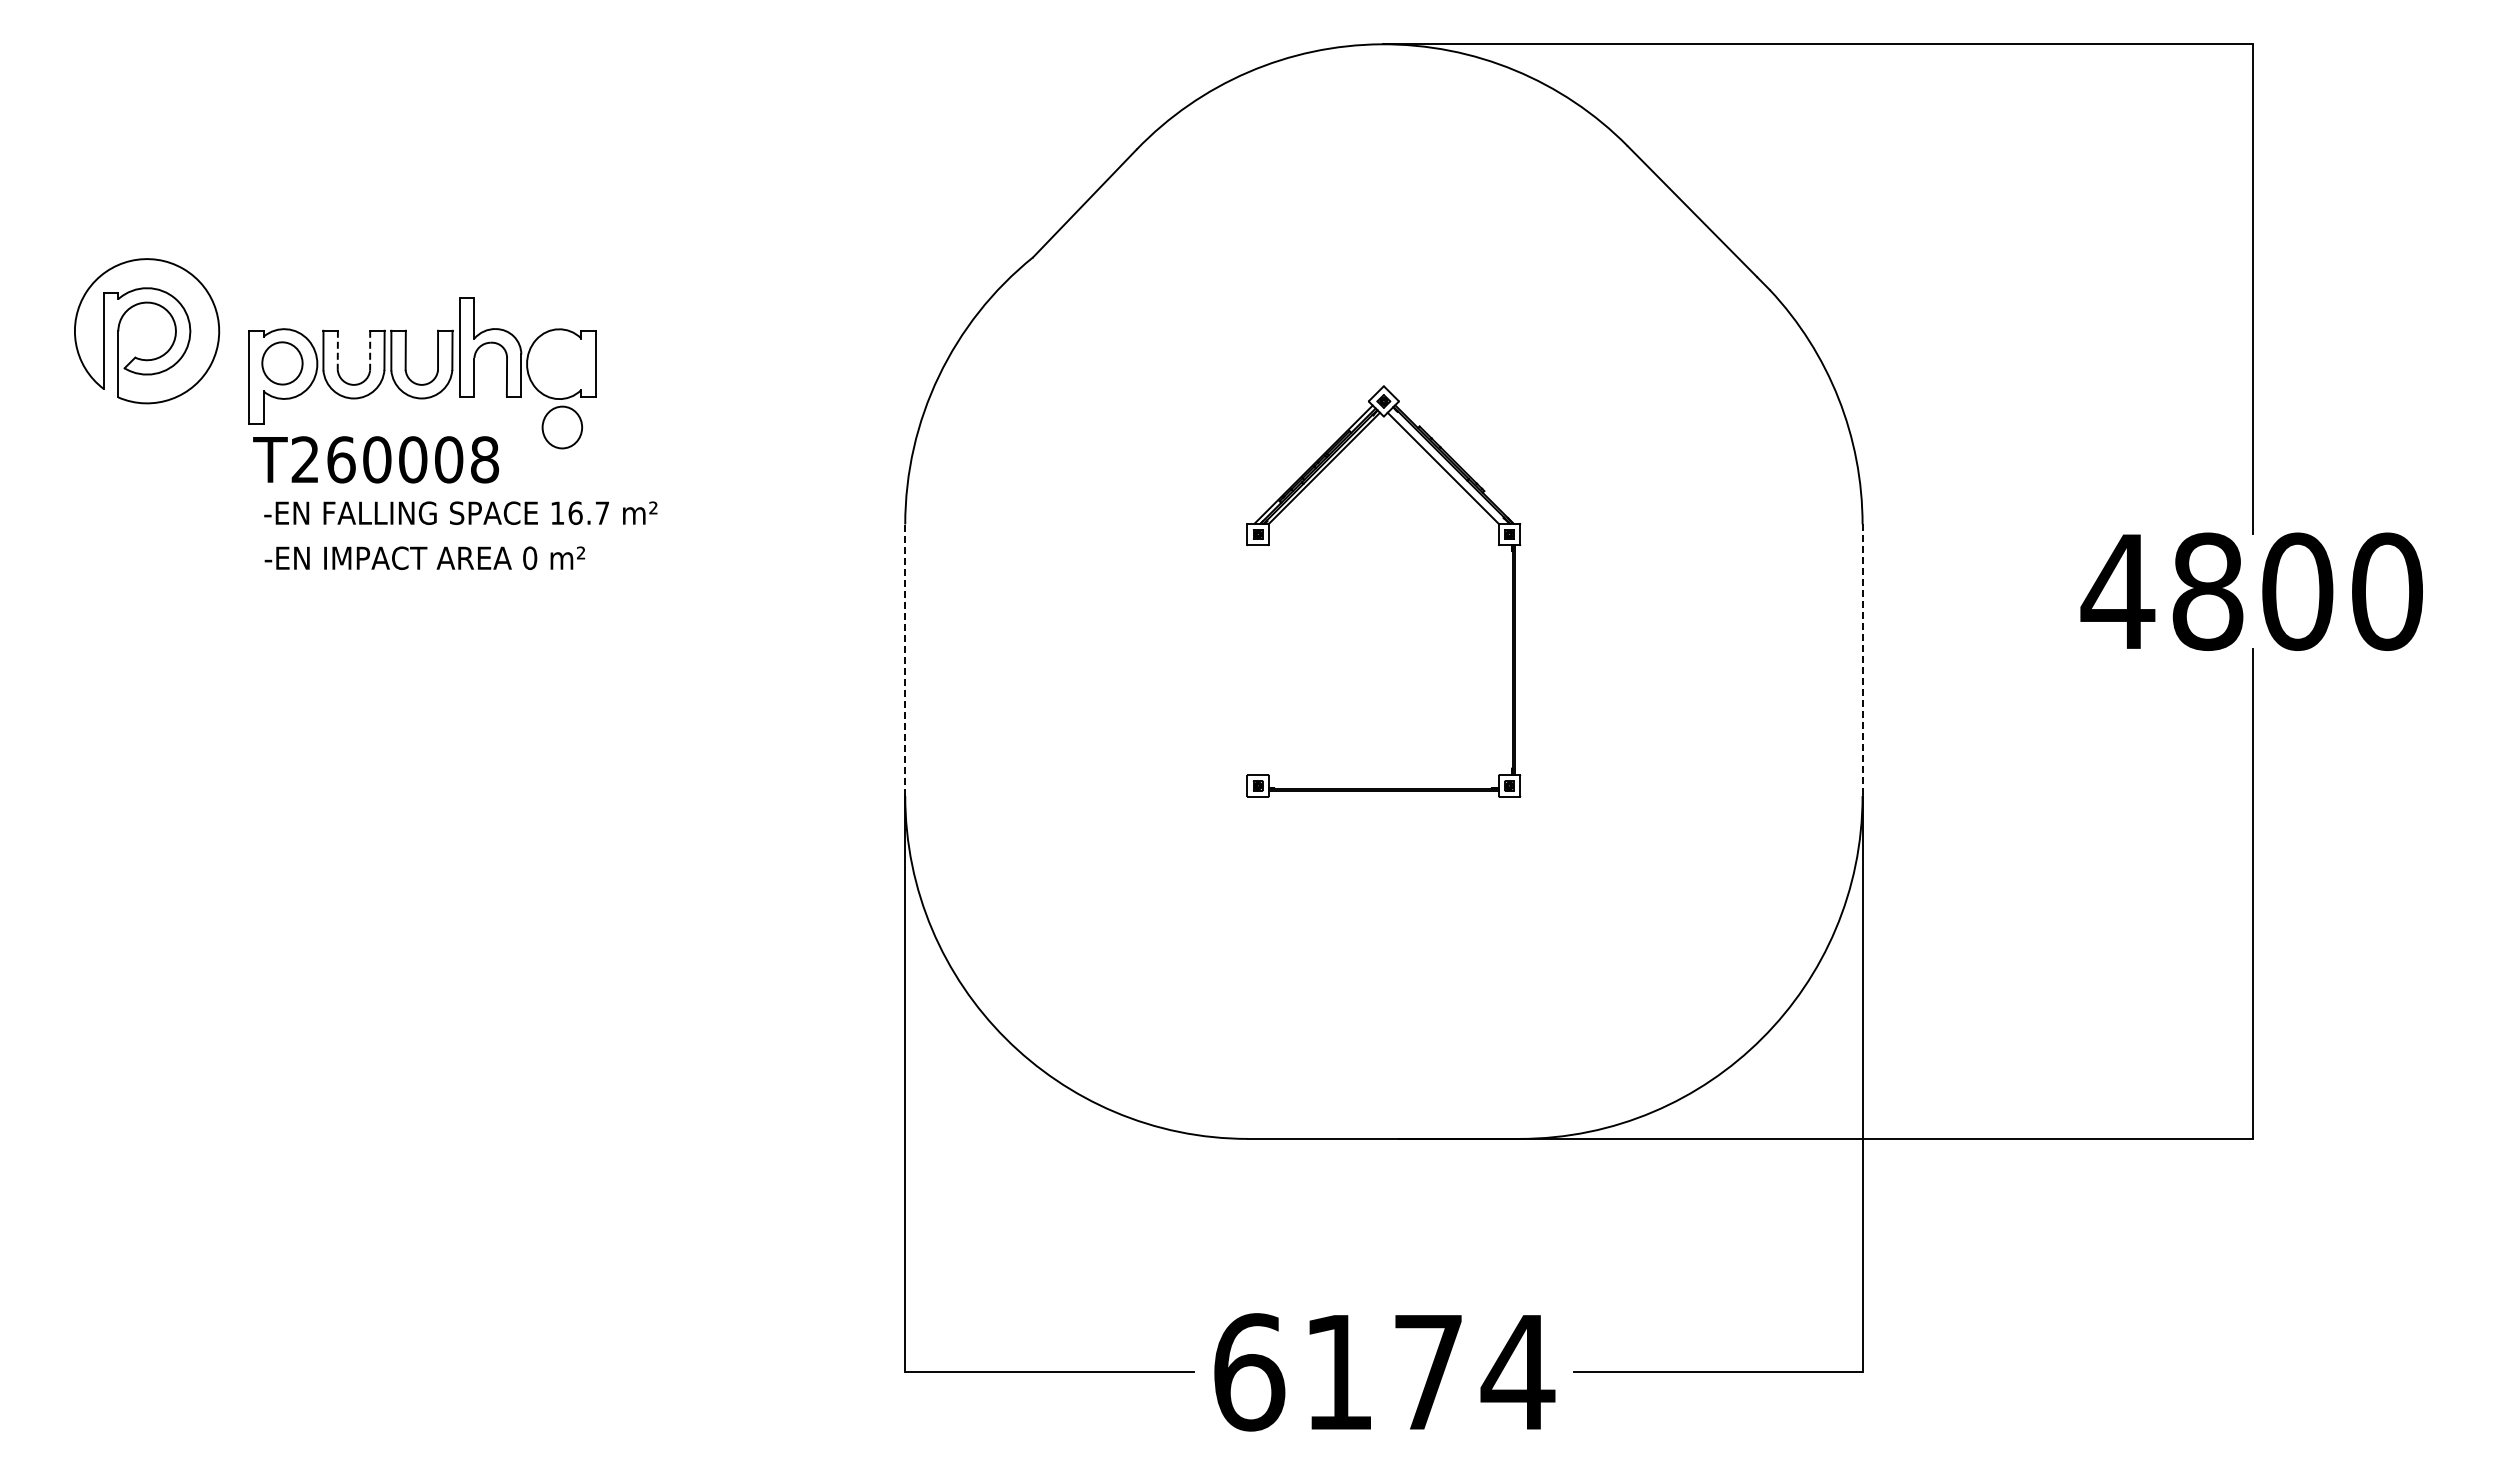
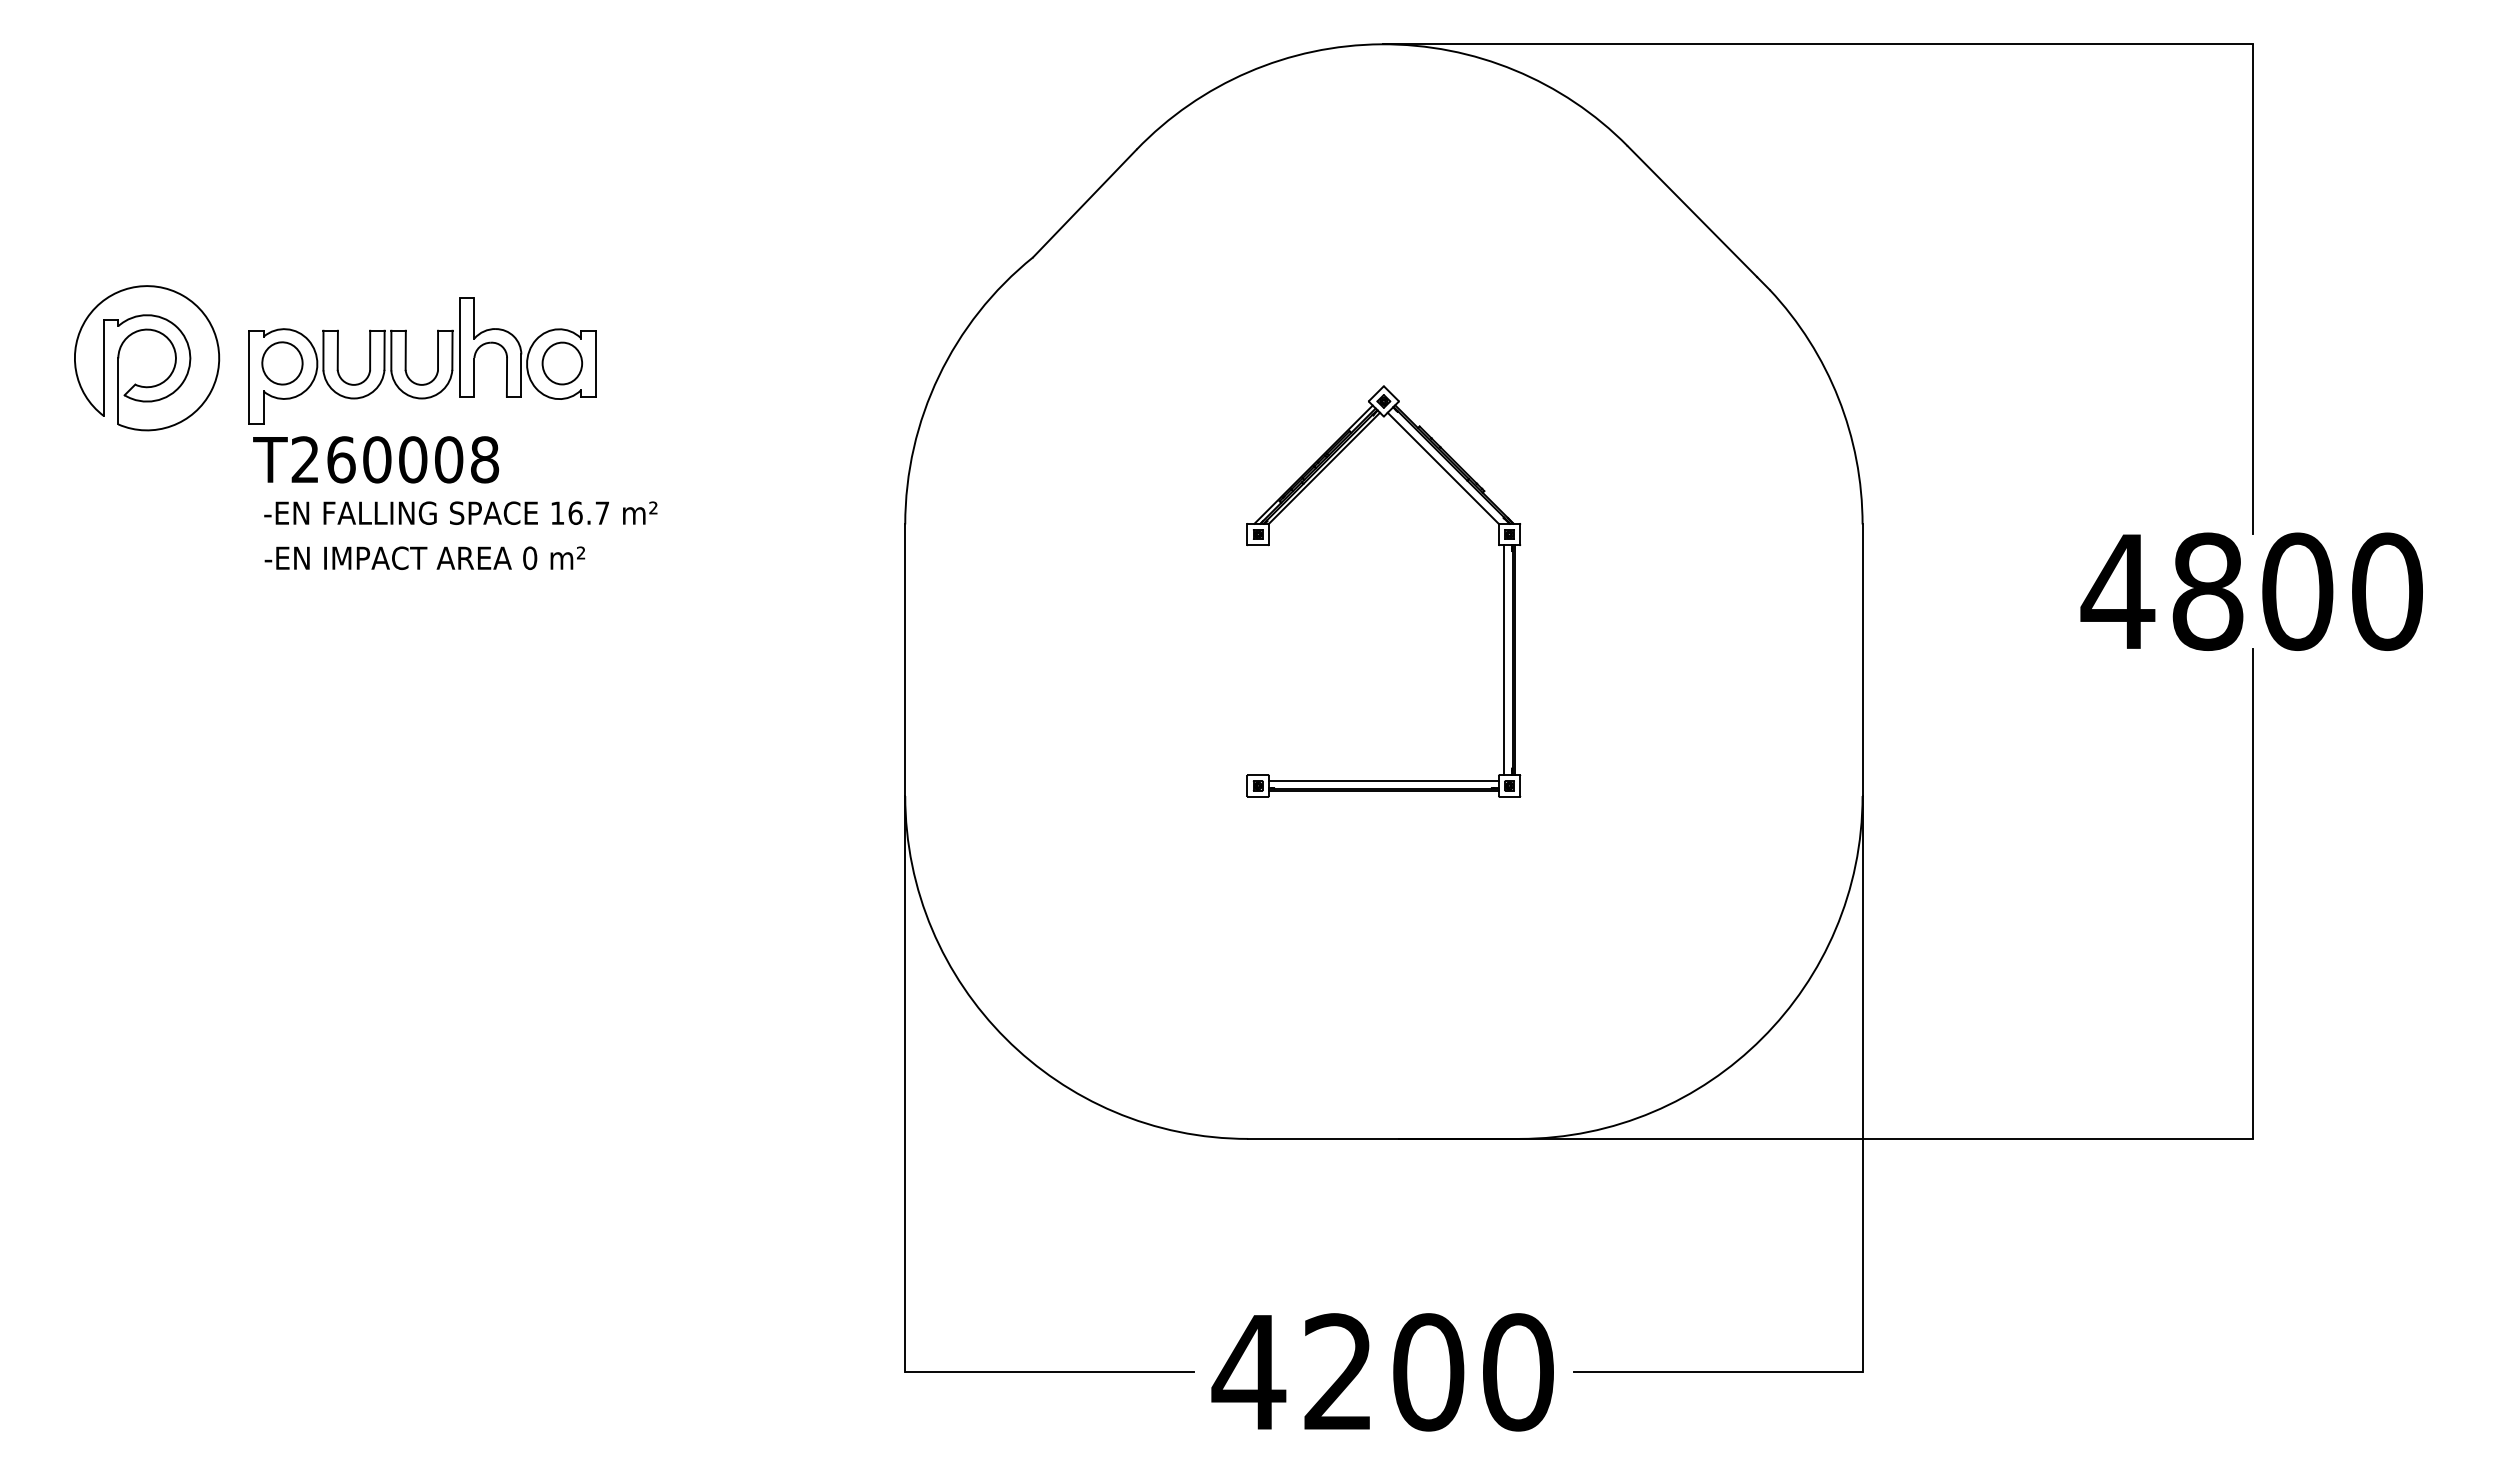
part at (147, 331) position: (147, 331) -> (147, 358)
line at (337, 350): dashed -> solid
line at (370, 350): dashed -> solid
part at (561, 427) position: (561, 427) -> (561, 363)
line at (905, 660): dashed -> solid
line at (1504, 660): none -> present
line at (1862, 660): dashed -> solid
line at (1383, 780): none -> present
text at (1383, 1372): 6174 -> 4200
